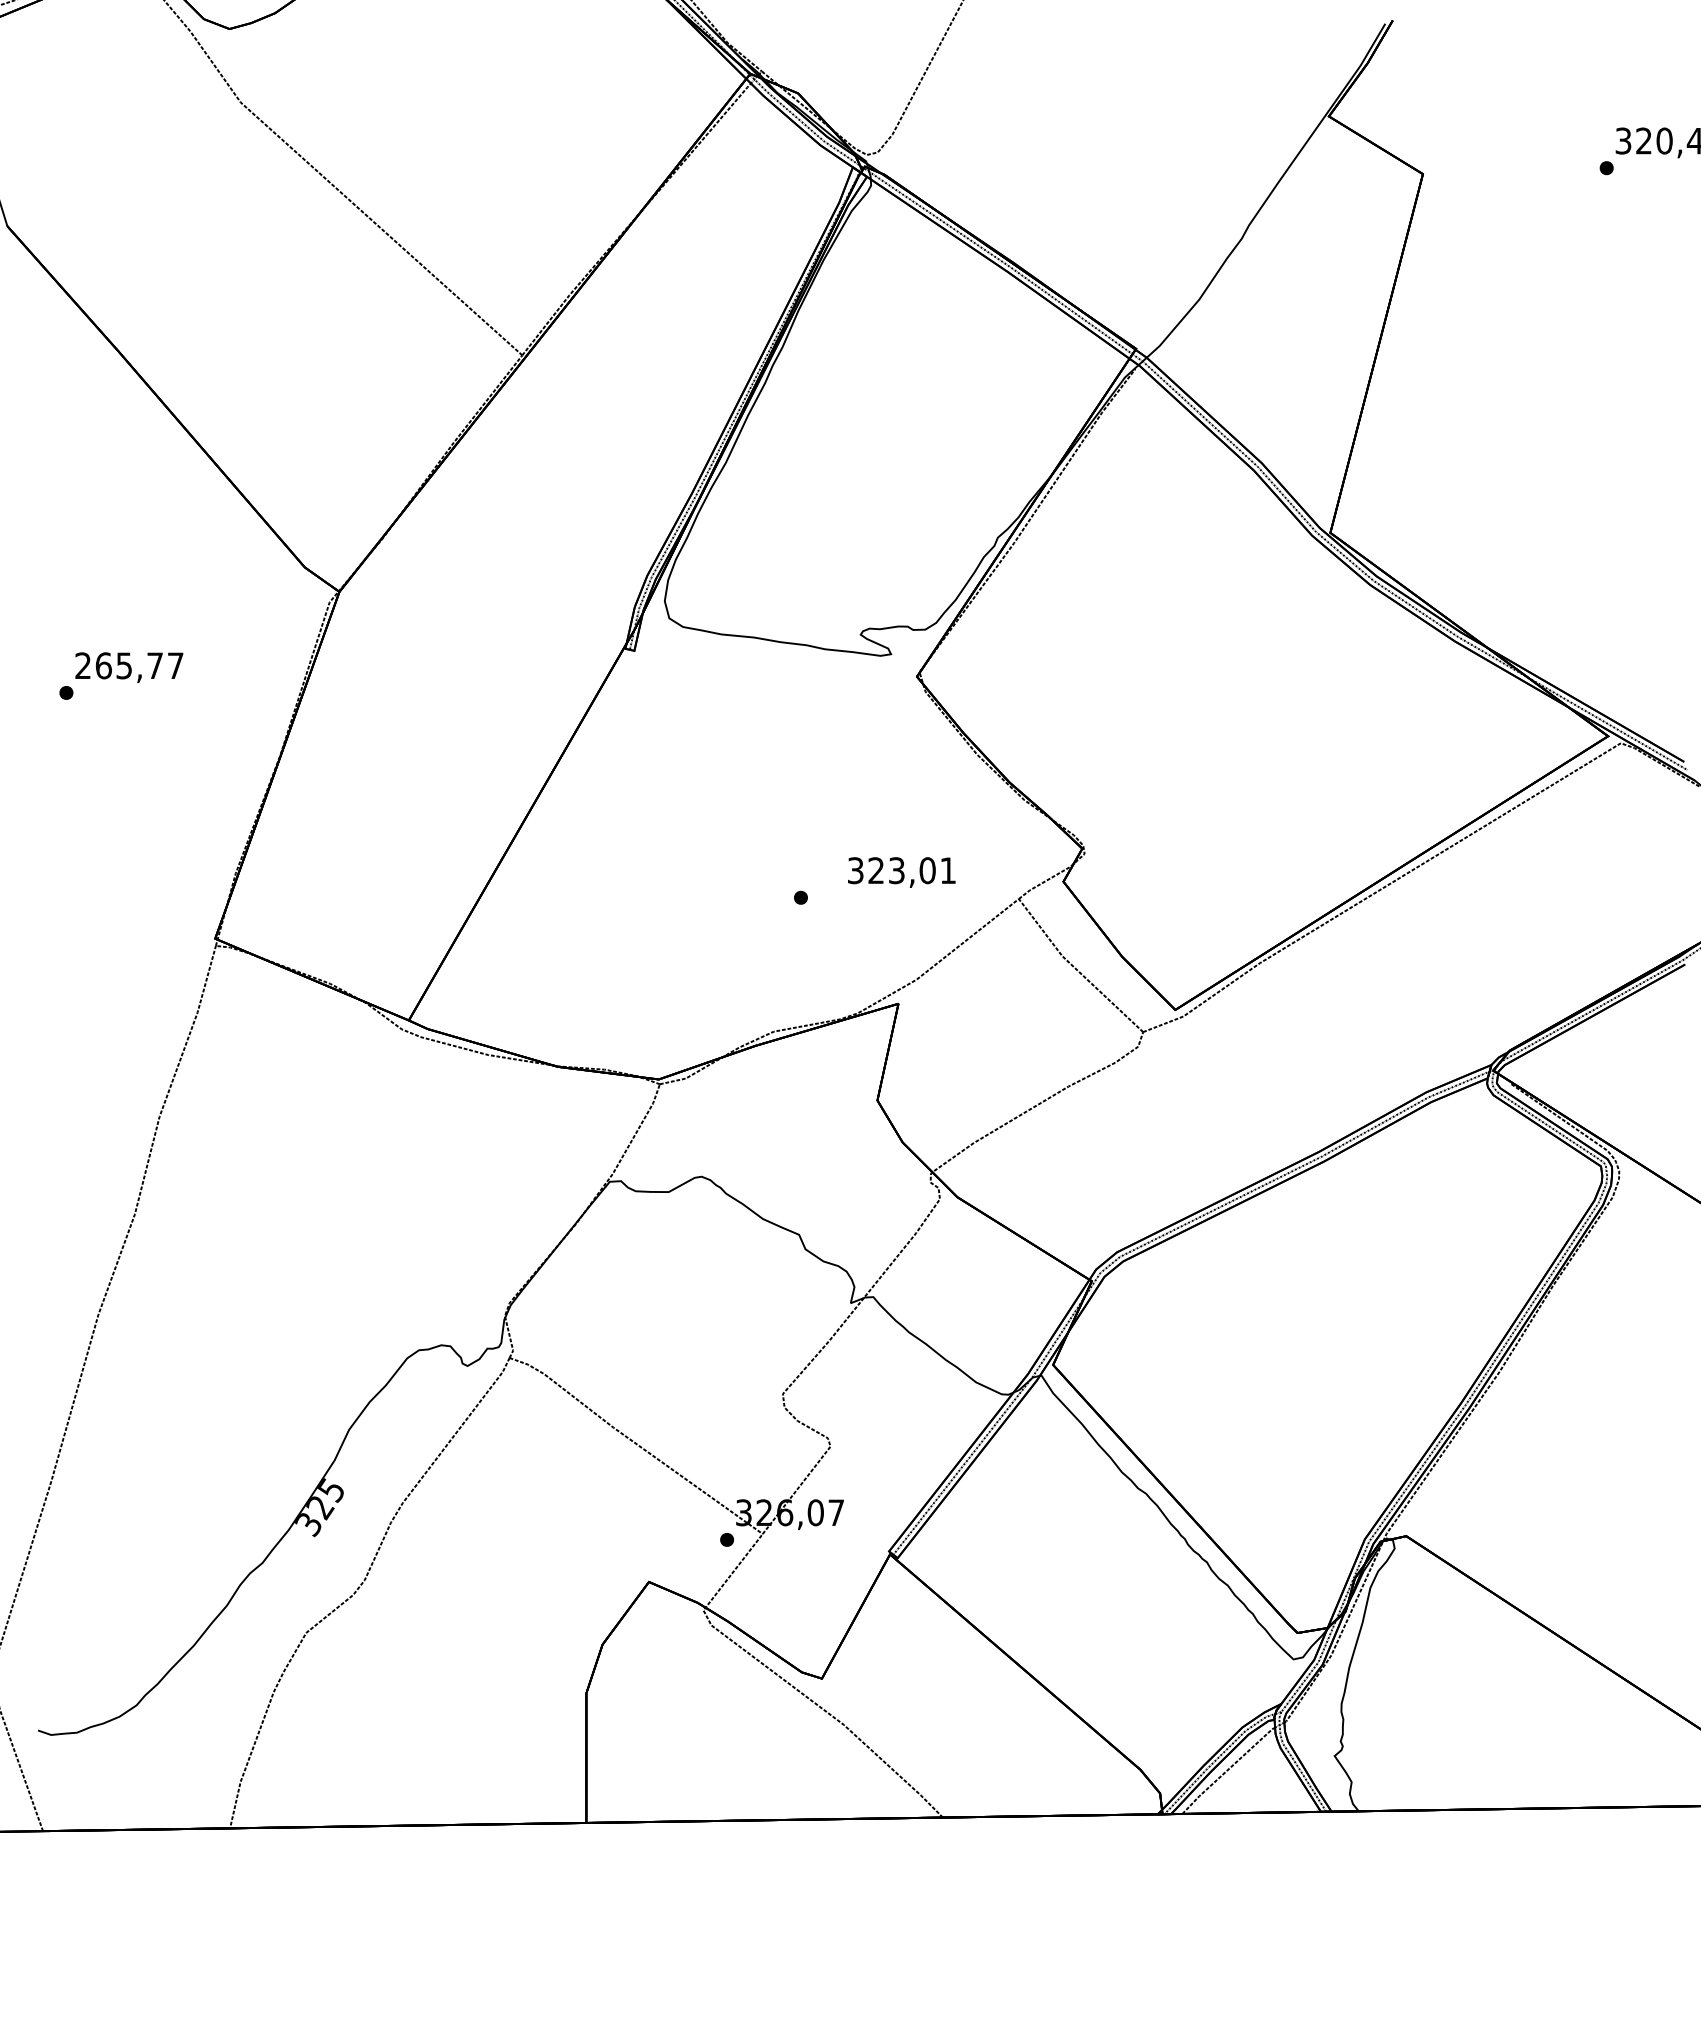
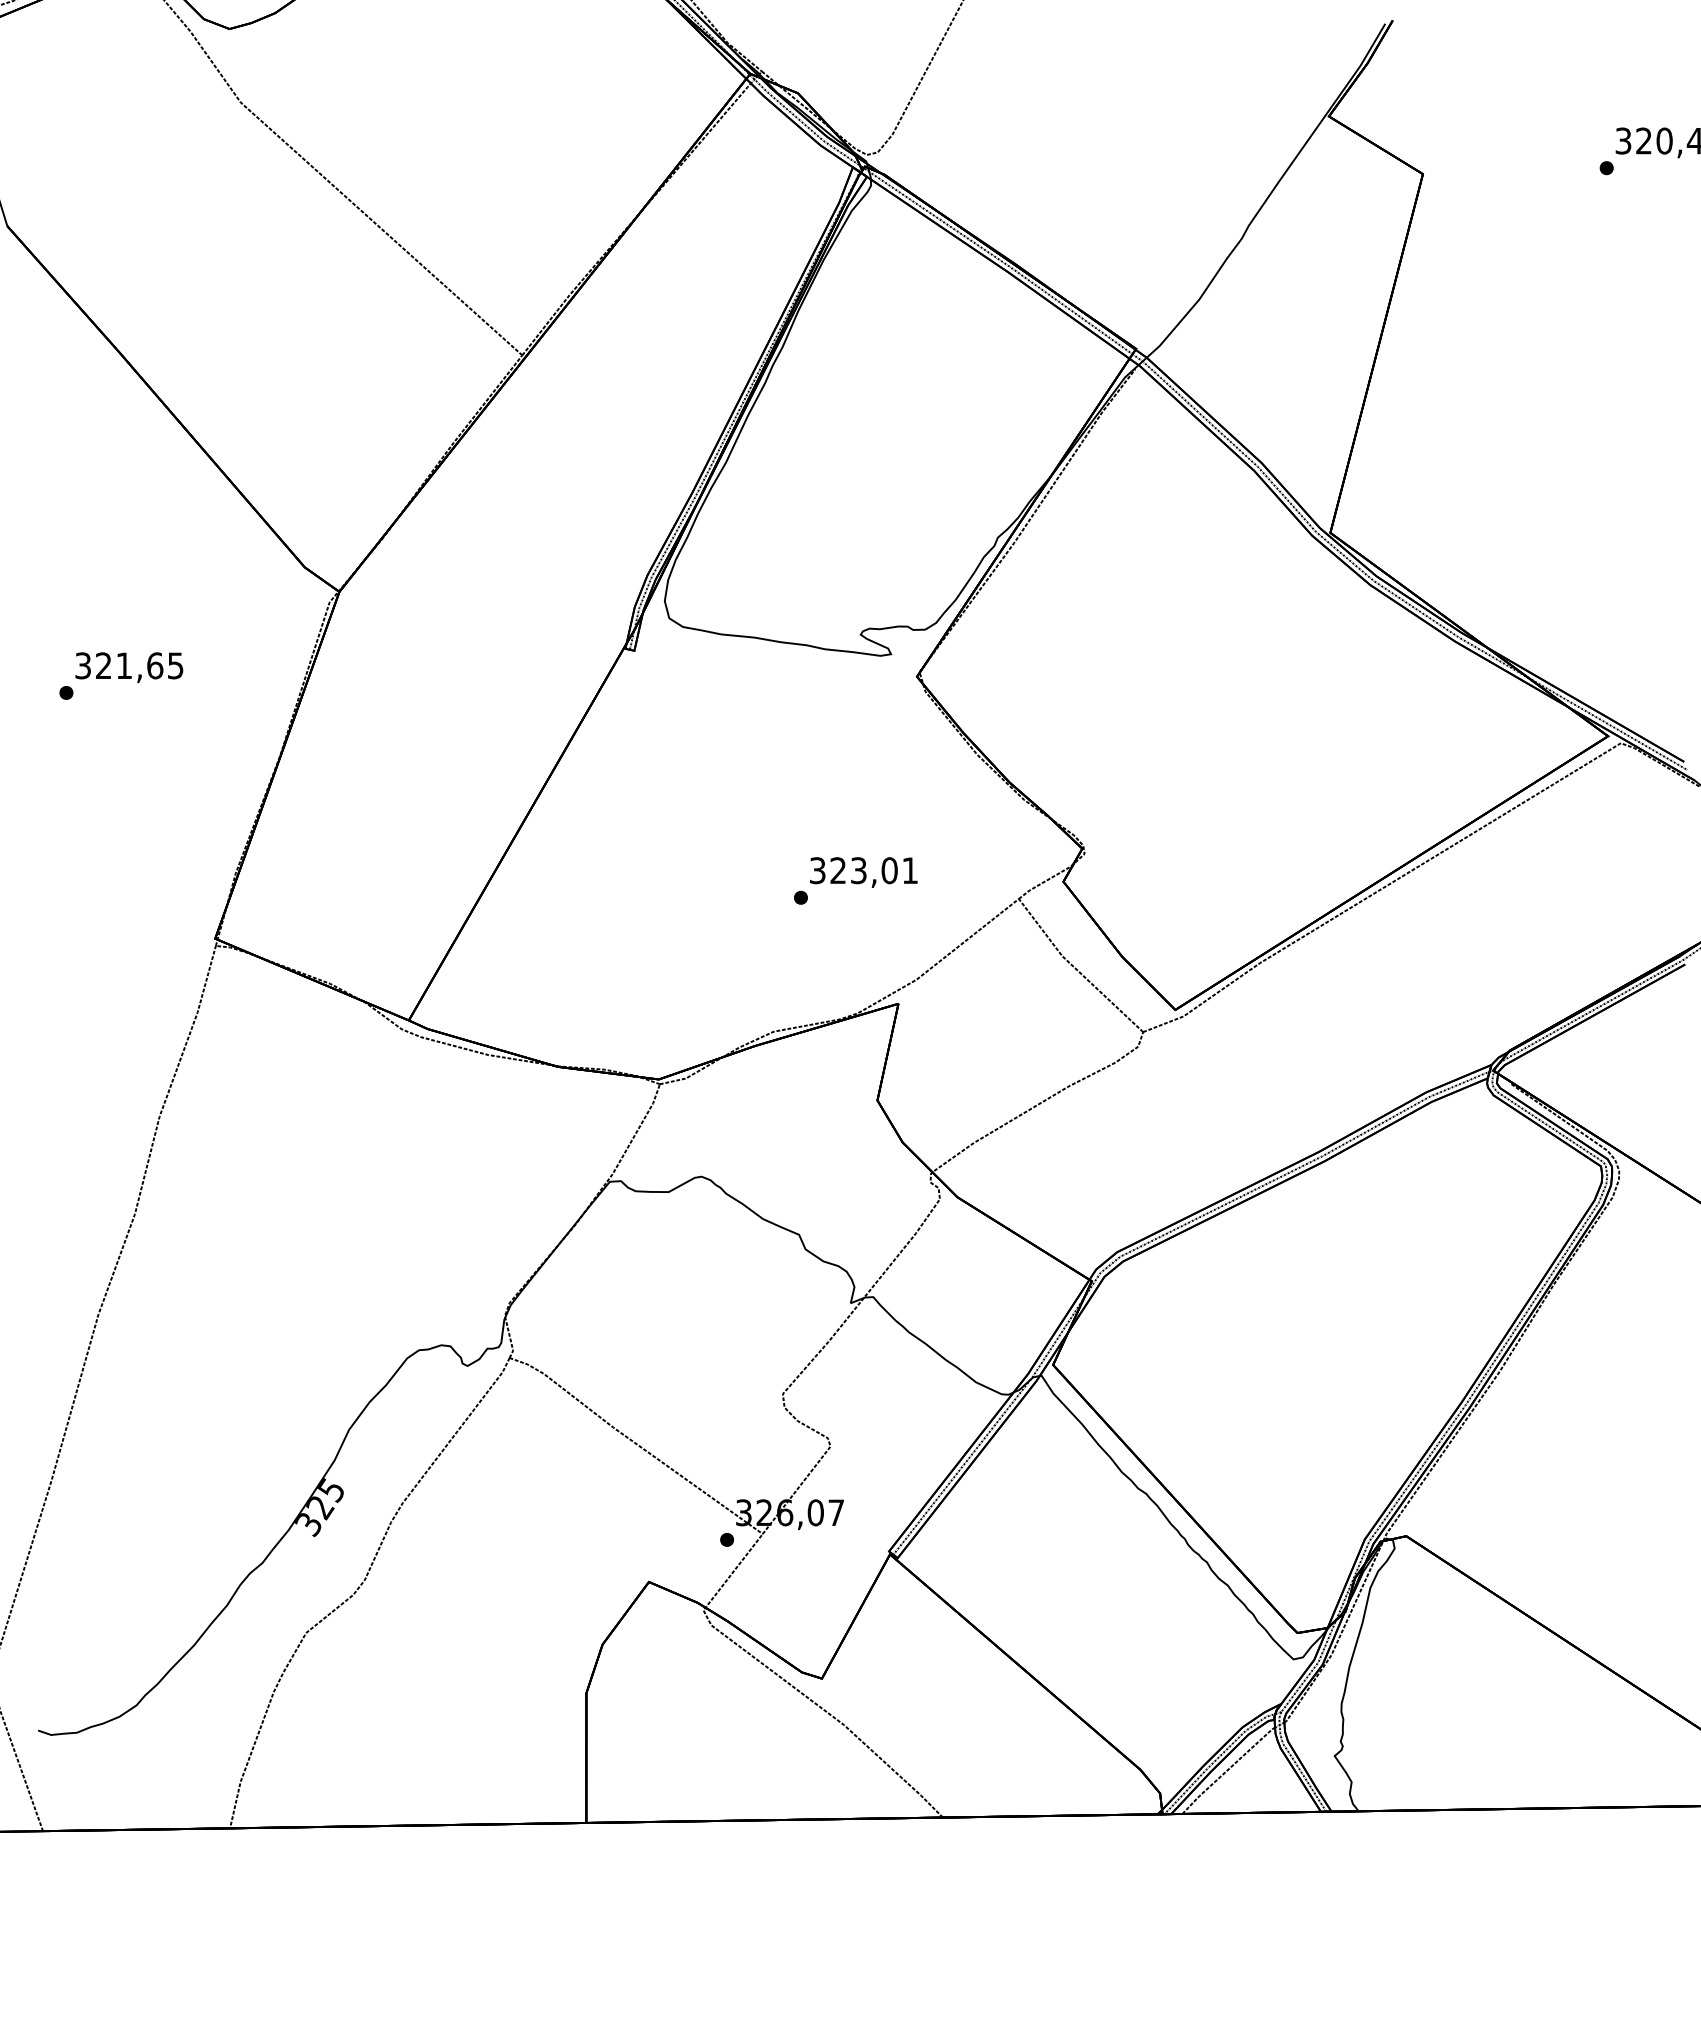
text at (129, 665): 265,77 -> 321,65
text at (901, 872) position: (901, 872) -> (863, 872)
